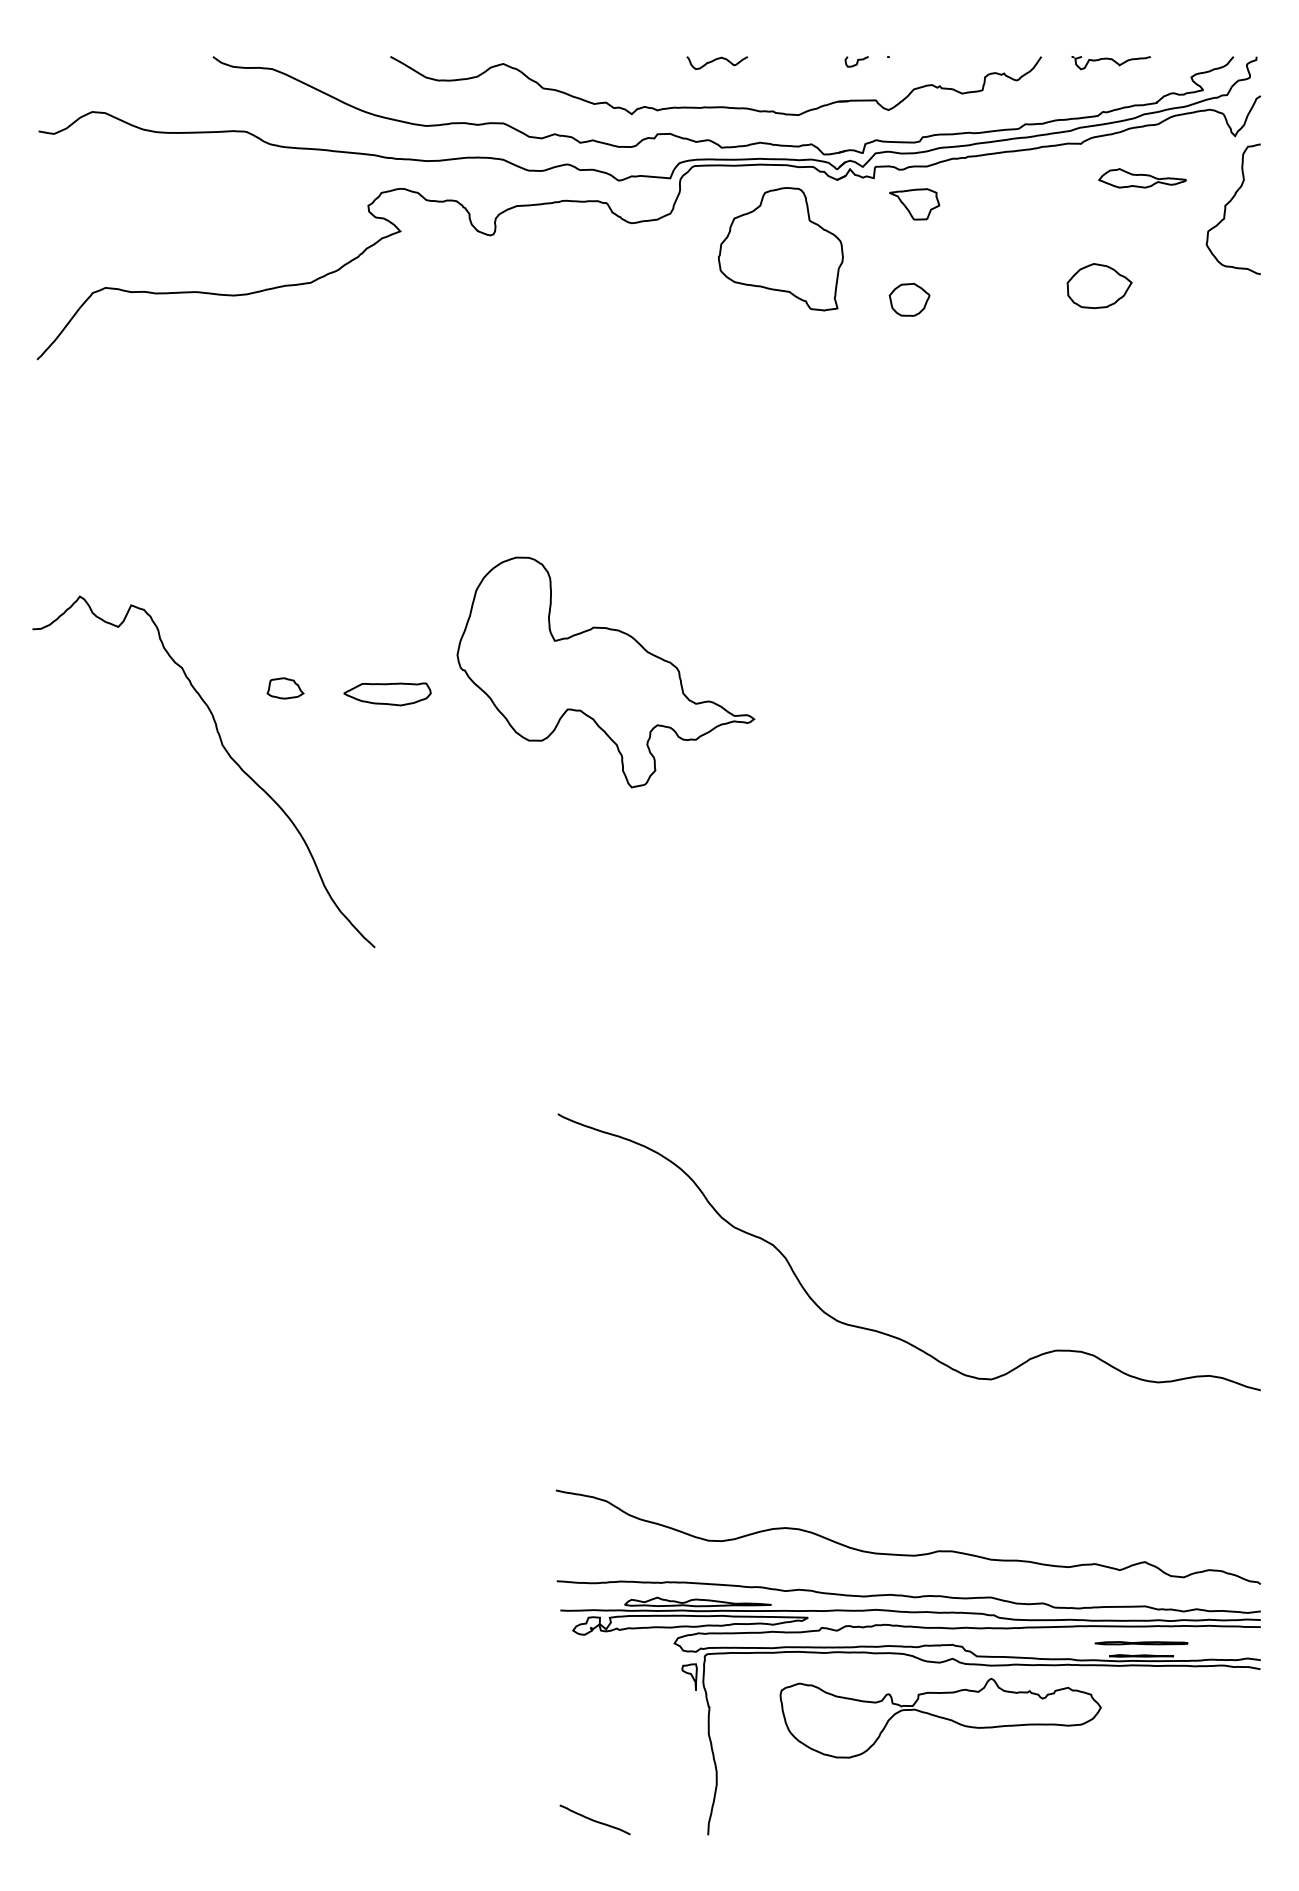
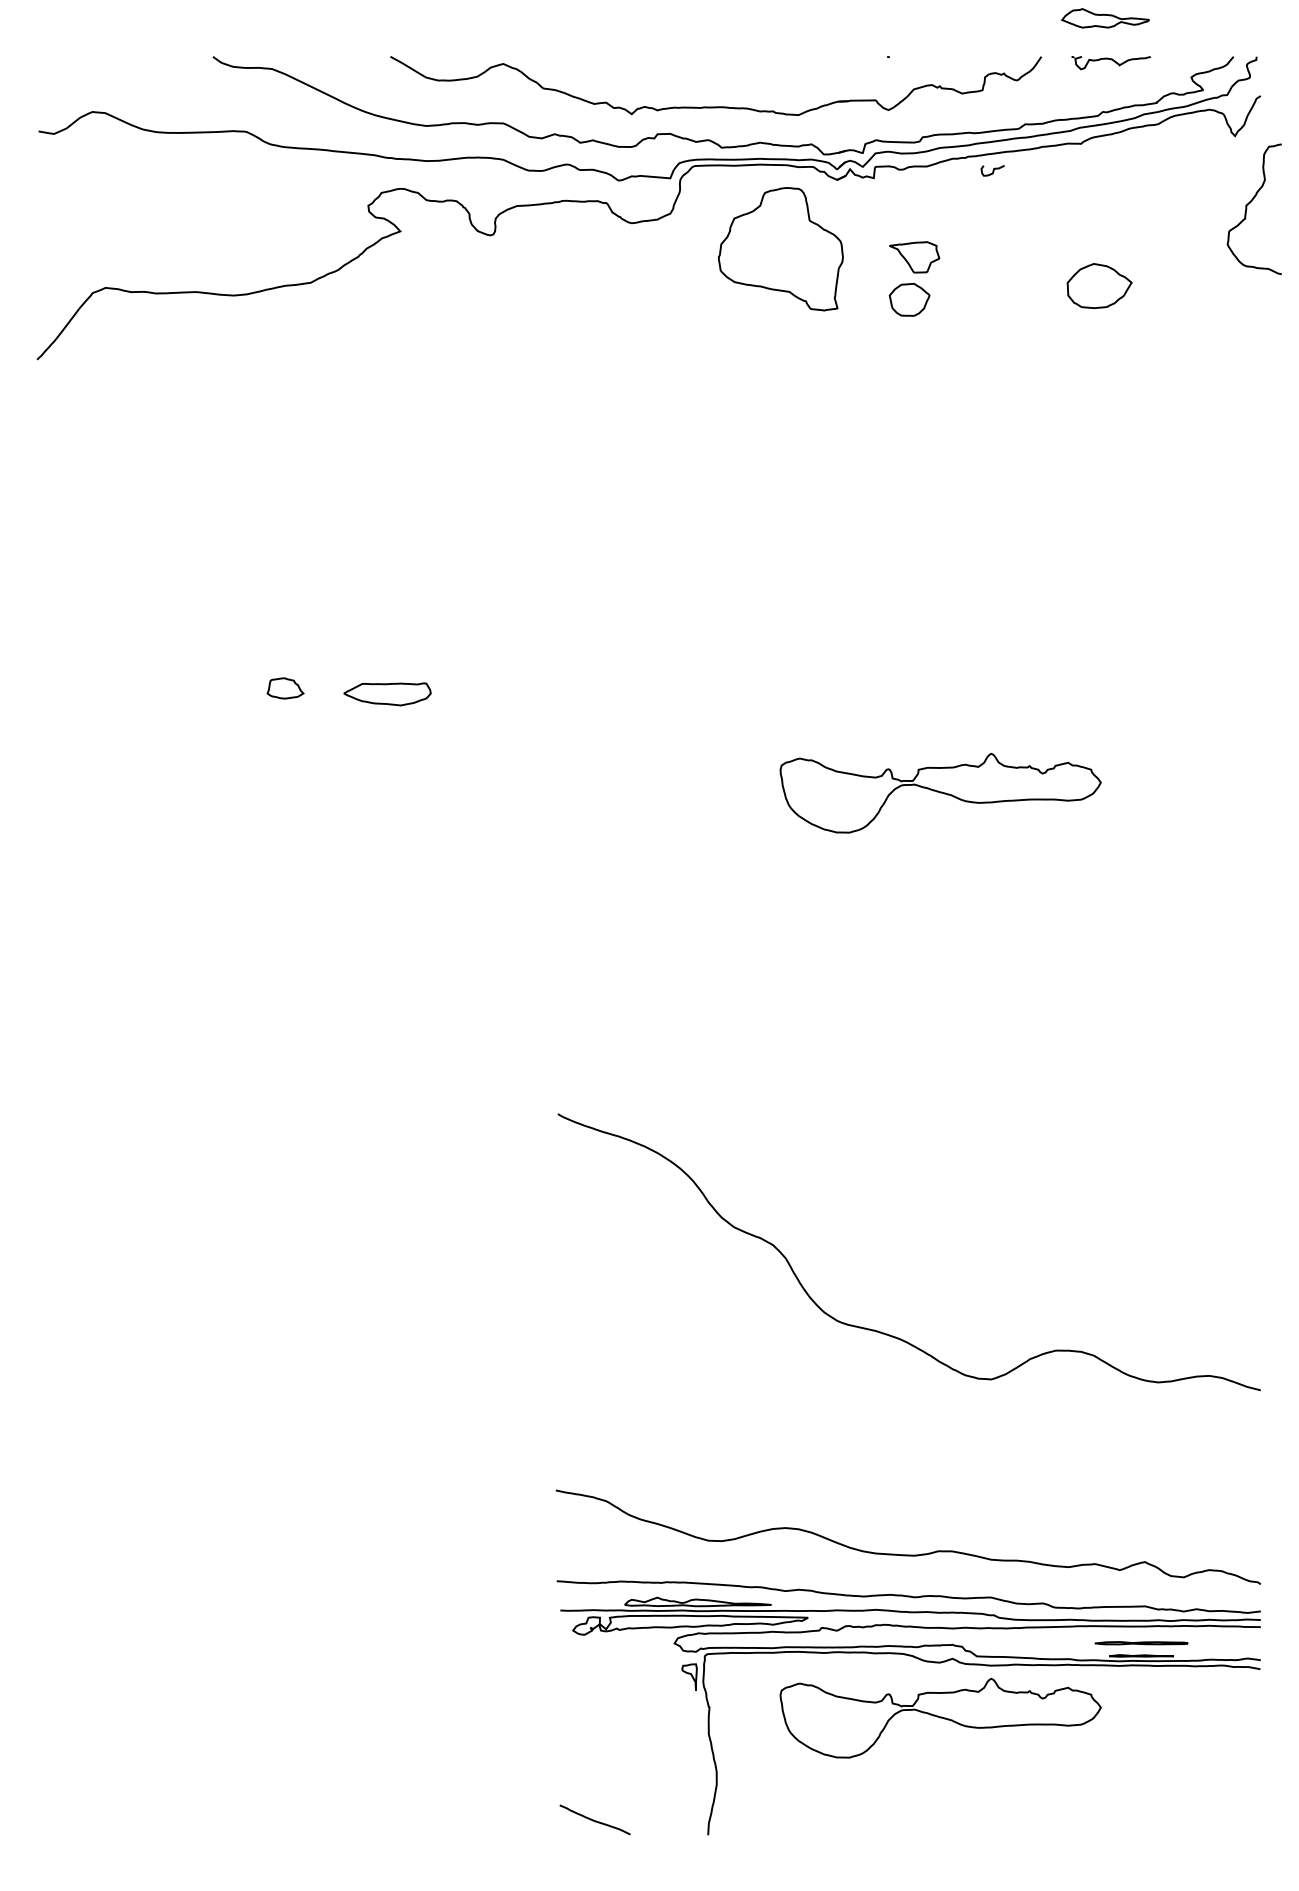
curve at (716, 60): present -> none
part at (856, 61) position: (856, 61) -> (992, 170)
part at (1142, 178) position: (1142, 178) -> (1105, 18)
part at (914, 204) position: (914, 204) -> (914, 257)
curve at (1228, 204) position: (1228, 204) -> (1249, 204)
part at (605, 672): present -> none
curve at (227, 754): present -> none
part at (940, 792): none -> present
